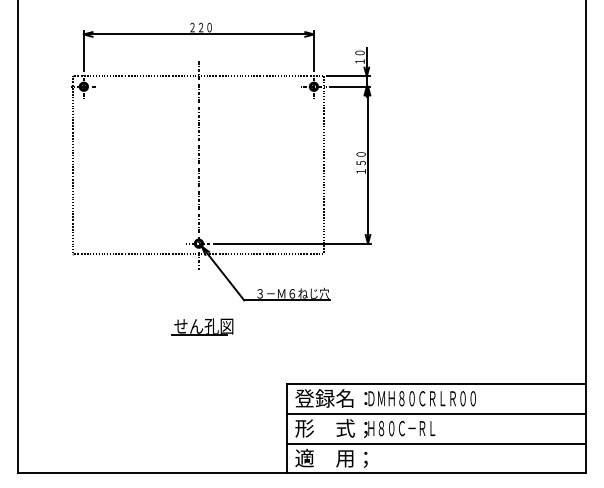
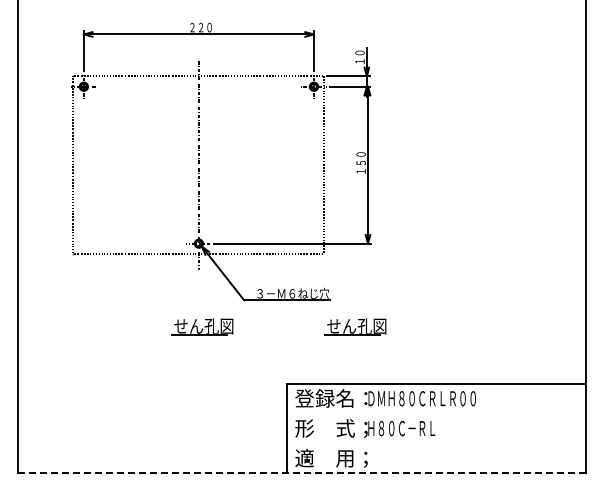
part at (355, 326): none -> present
line at (436, 413): present -> none
line at (436, 443): present -> none
line at (302, 473): solid -> dashed
